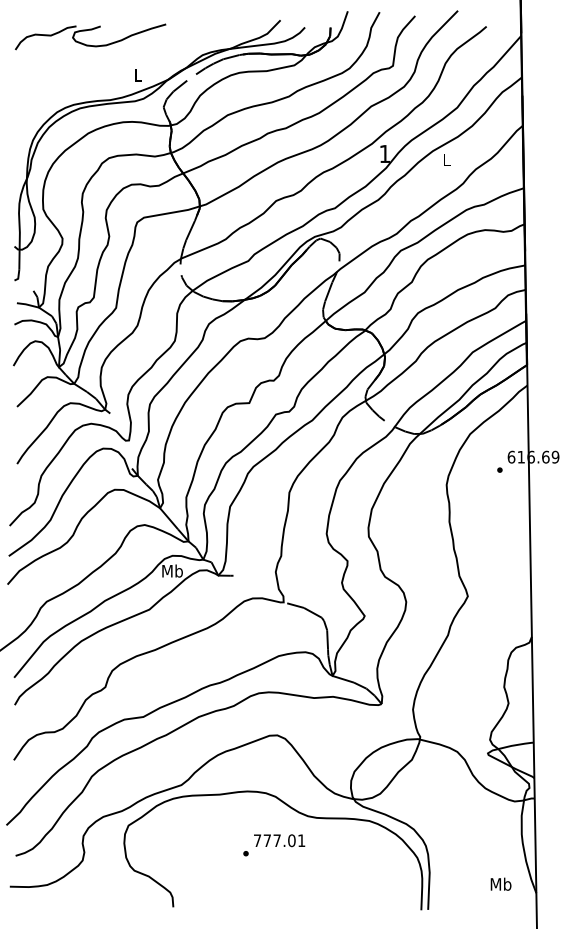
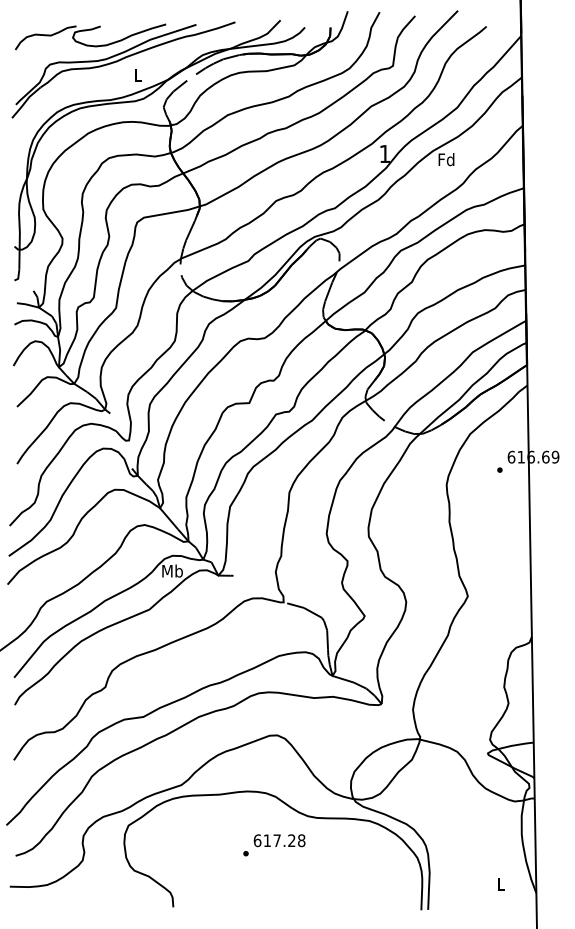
part at (119, 61): none -> present
text at (446, 159): L -> Fd
text at (279, 840): 777.01 -> 617.28
text at (500, 883): Mb -> L
